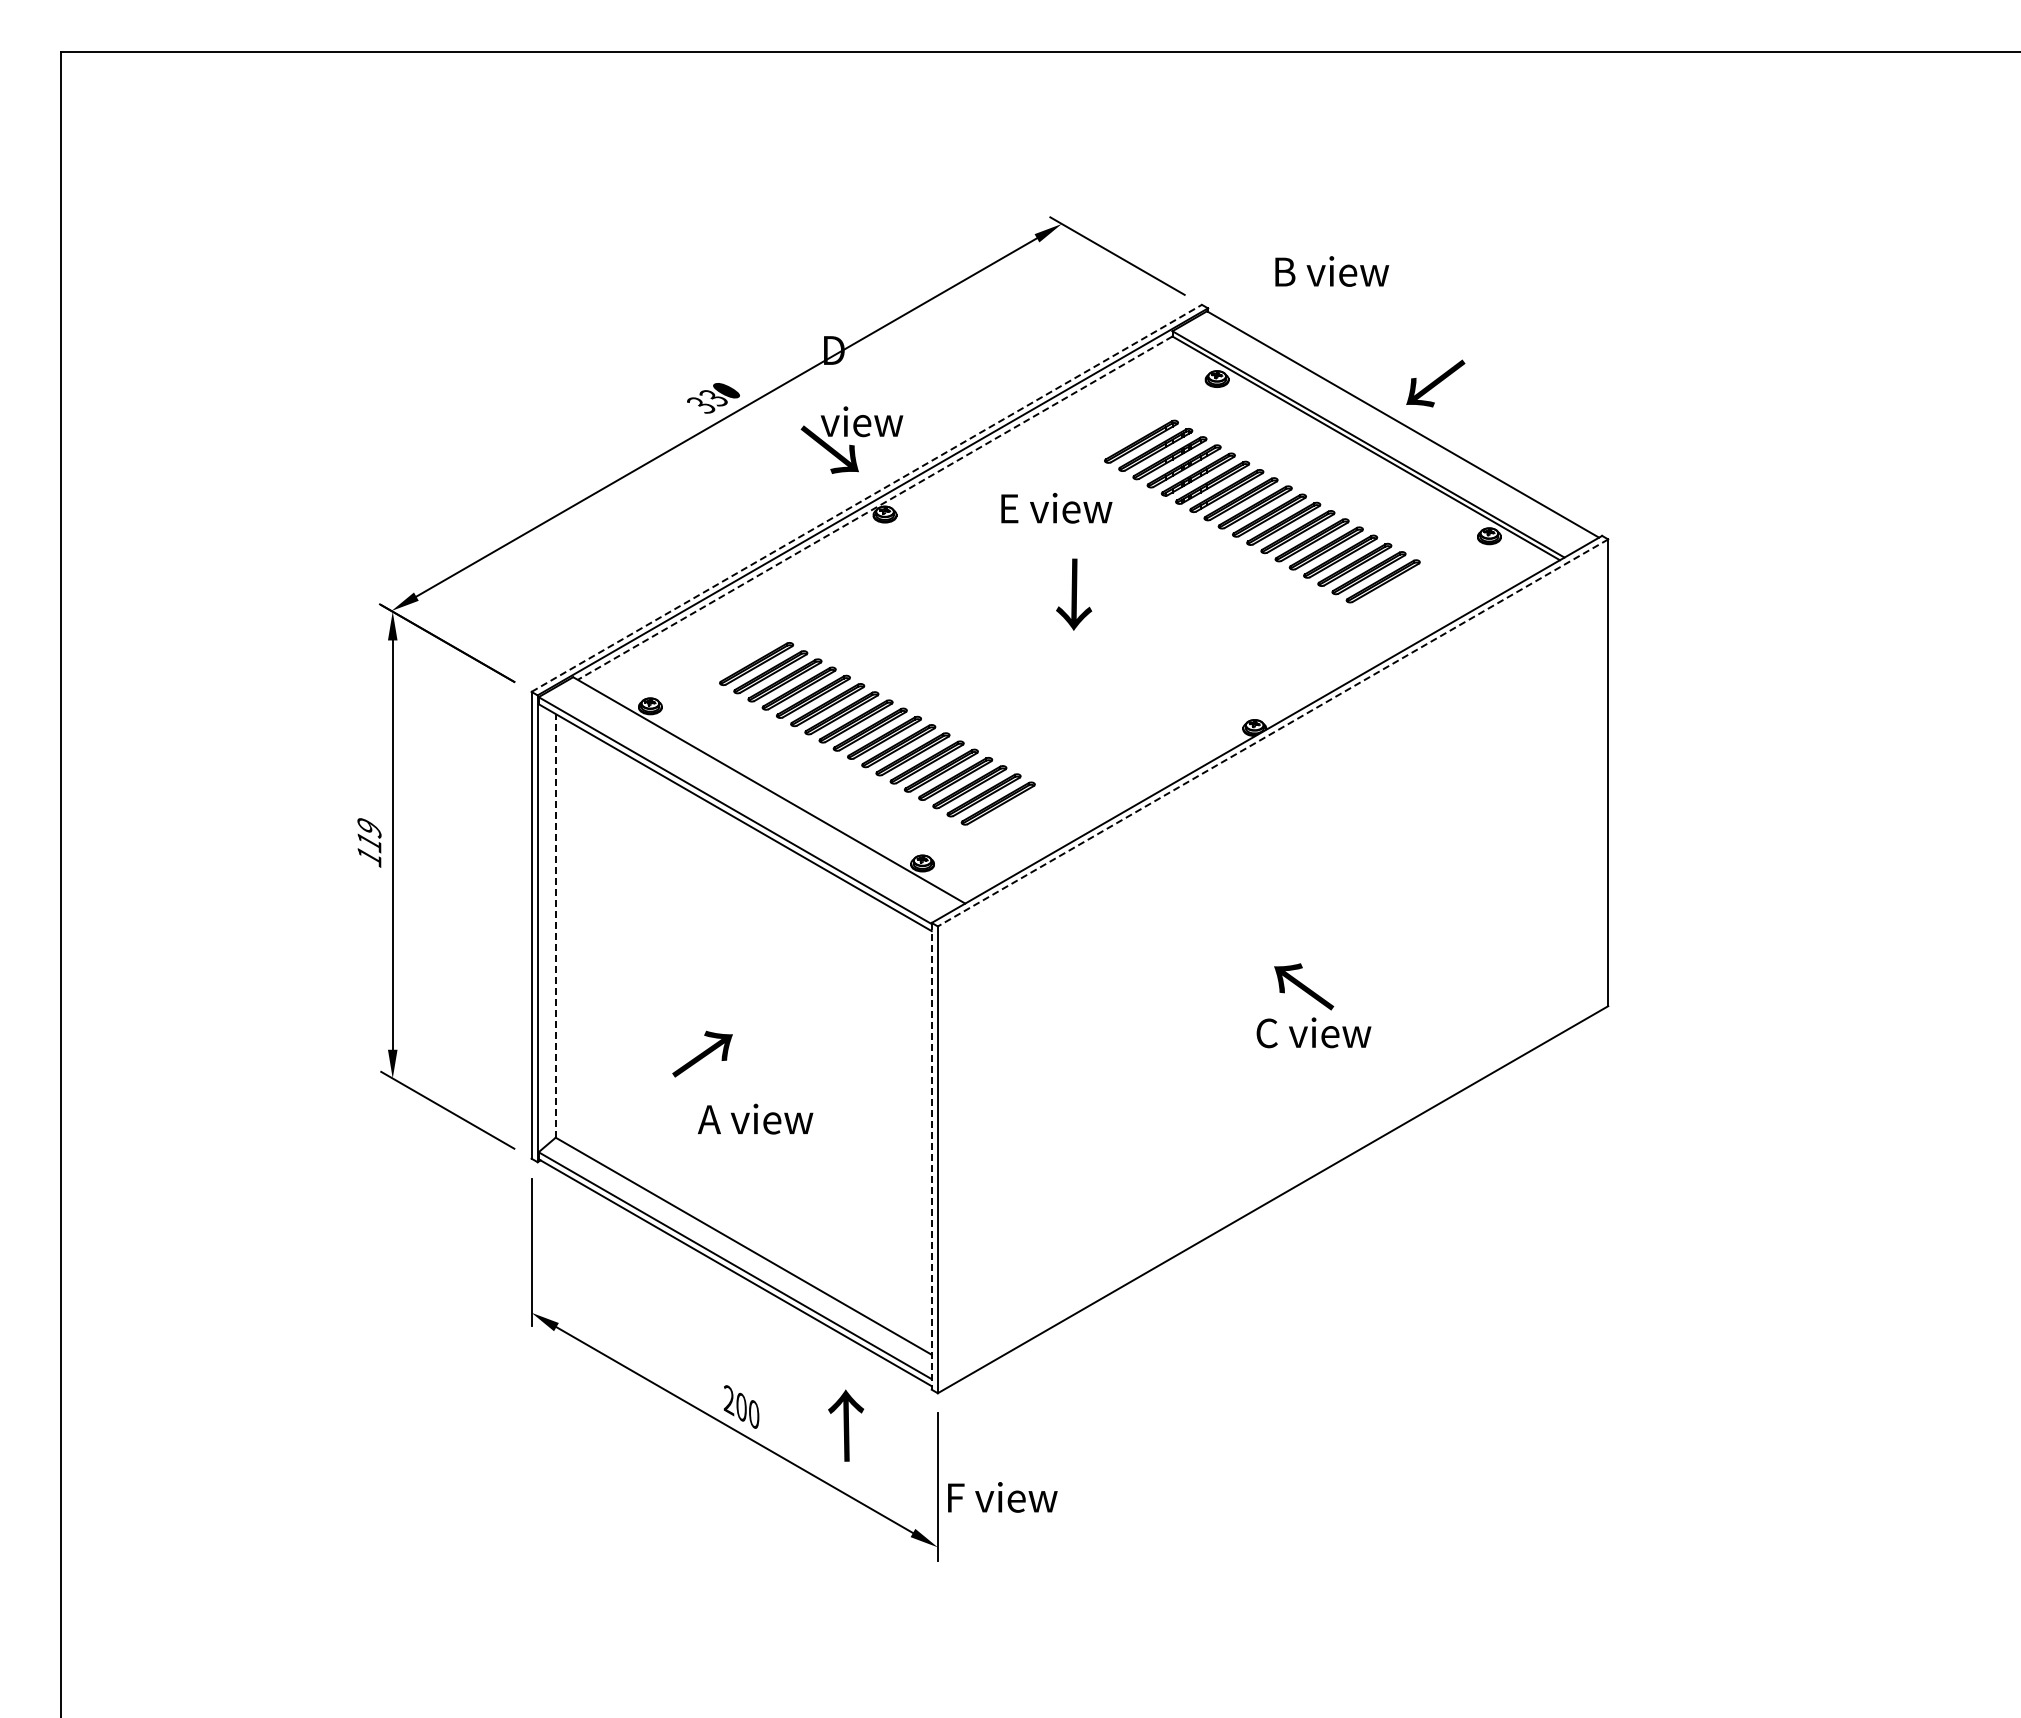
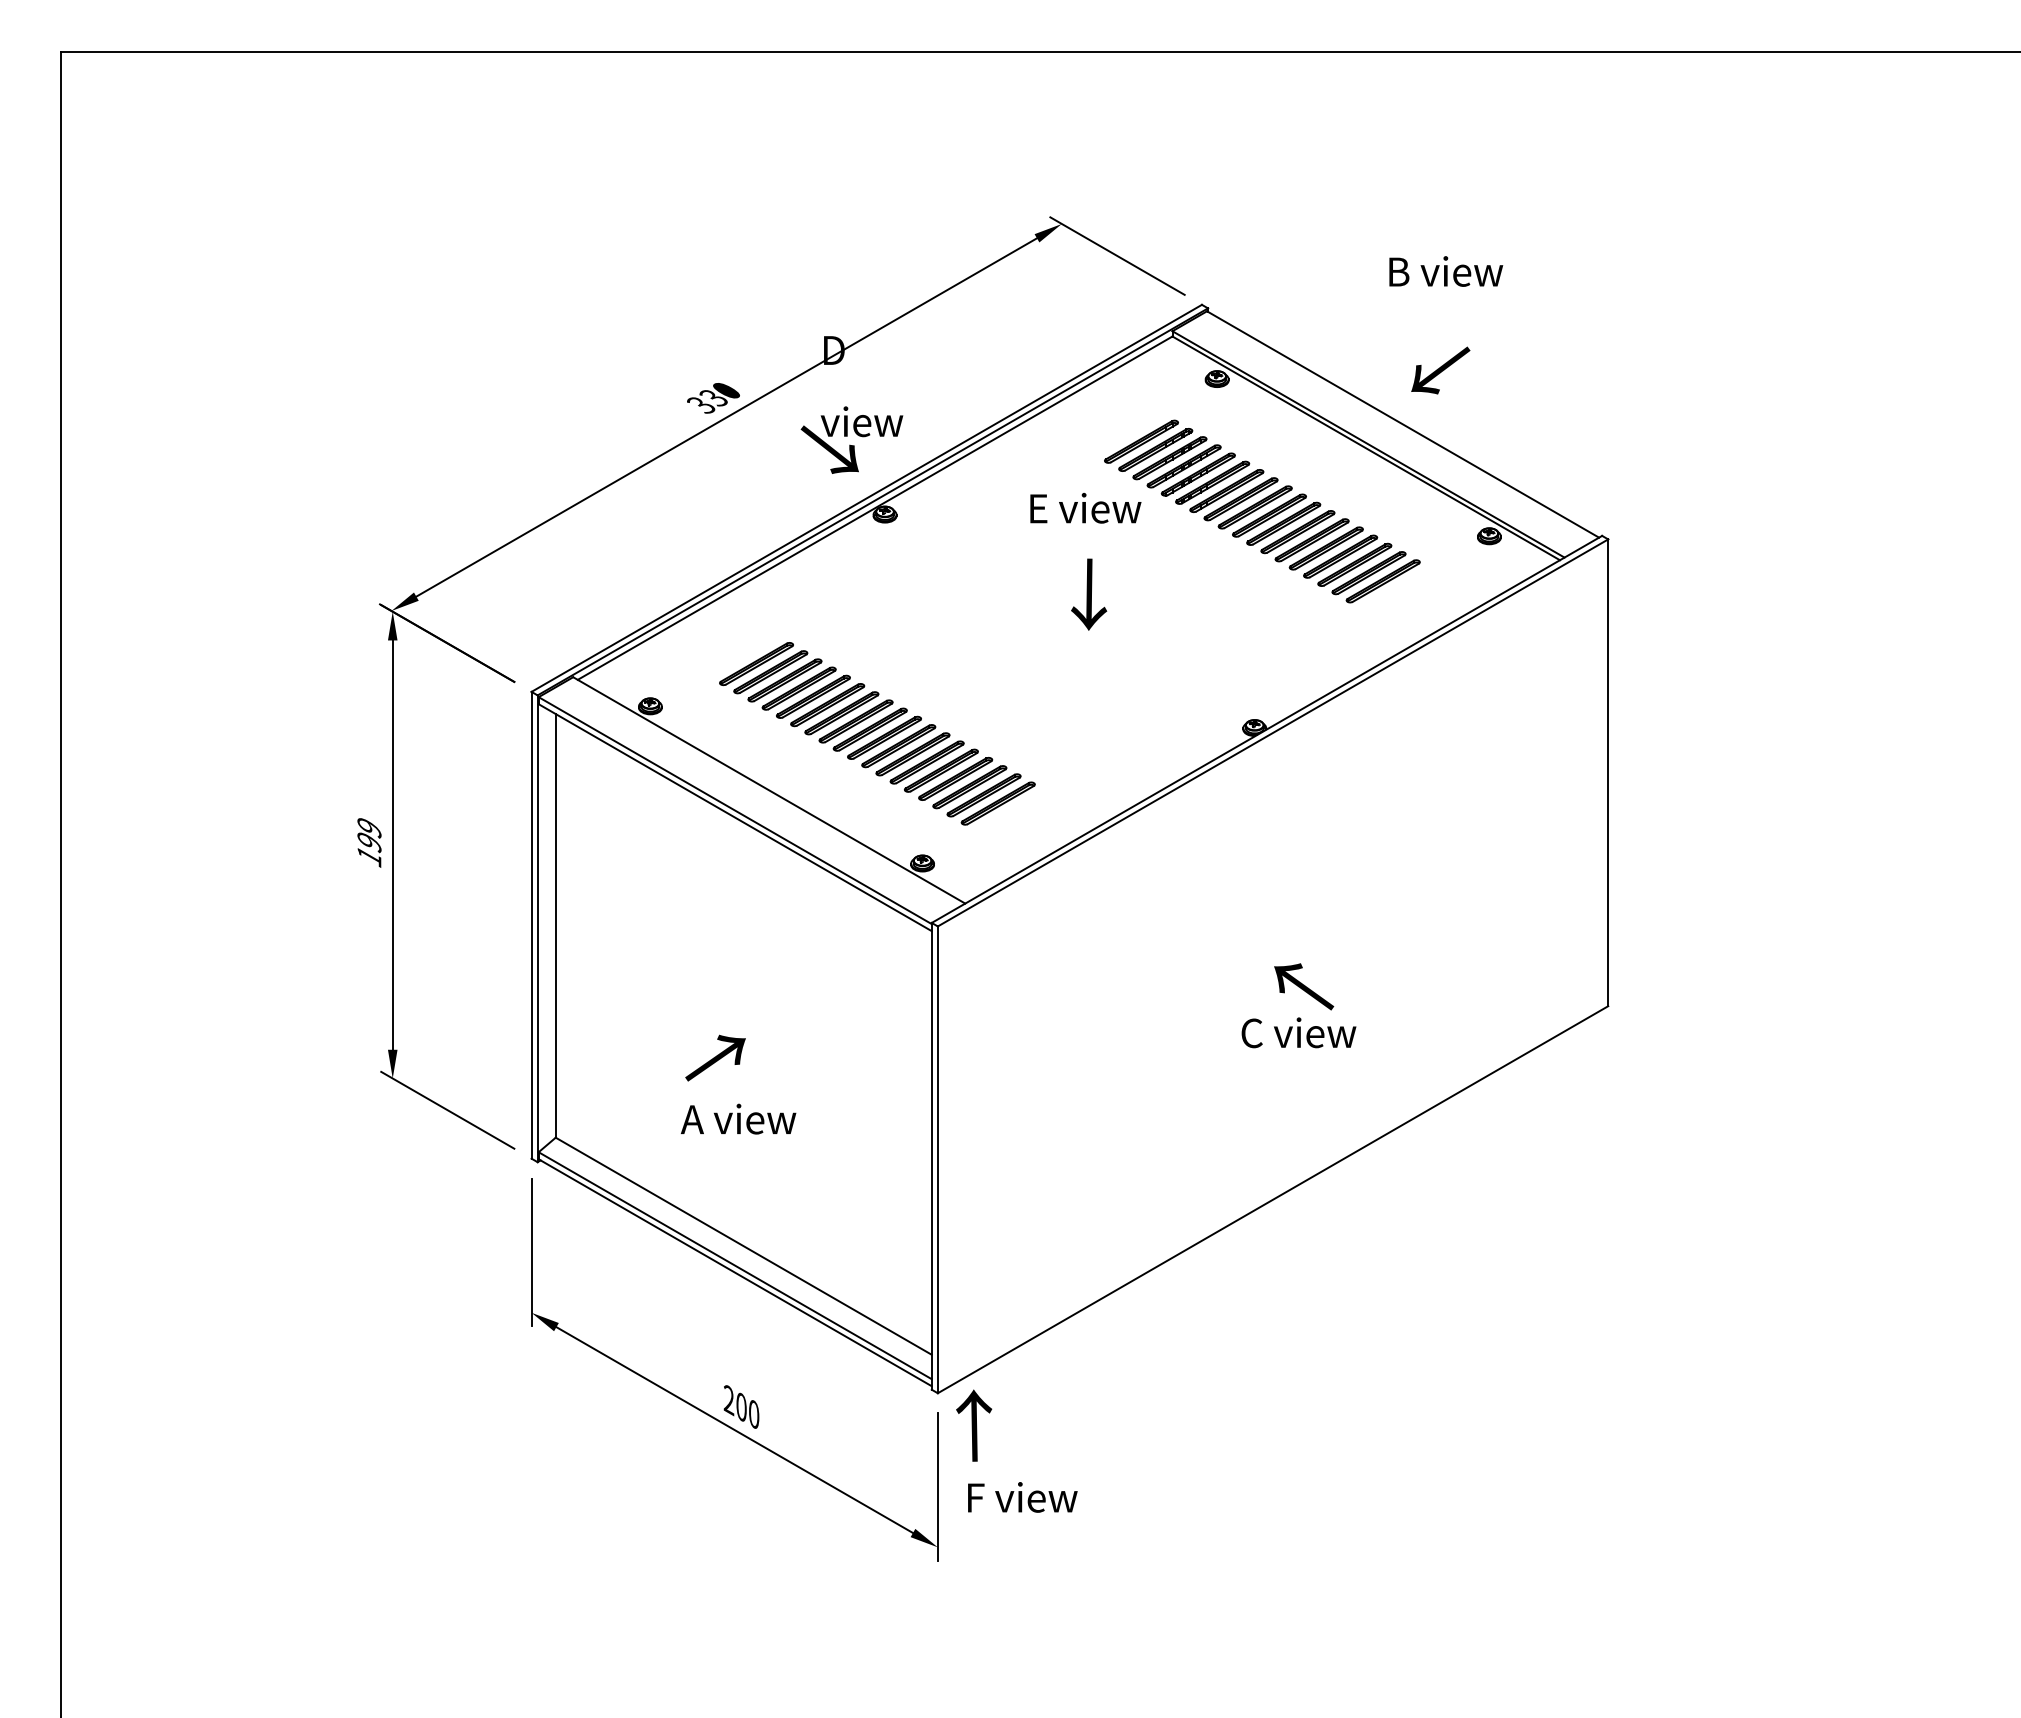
text at (1332, 271) position: (1332, 271) -> (1446, 271)
text at (1435, 383) position: (1435, 383) -> (1440, 370)
line at (867, 498): dashed -> solid
line at (874, 508): dashed -> solid
text at (1056, 508) position: (1056, 508) -> (1085, 508)
text at (1074, 594) position: (1074, 594) -> (1089, 594)
line at (1272, 733): dashed -> solid
text at (369, 842): 119 -> 199
line at (555, 925): dashed -> solid
text at (1313, 1032) position: (1313, 1032) -> (1298, 1032)
text at (702, 1053) position: (702, 1053) -> (715, 1057)
text at (755, 1118) position: (755, 1118) -> (738, 1118)
line at (931, 1156): dashed -> solid
text at (846, 1425) position: (846, 1425) -> (974, 1425)
text at (1002, 1497) position: (1002, 1497) -> (1022, 1497)
